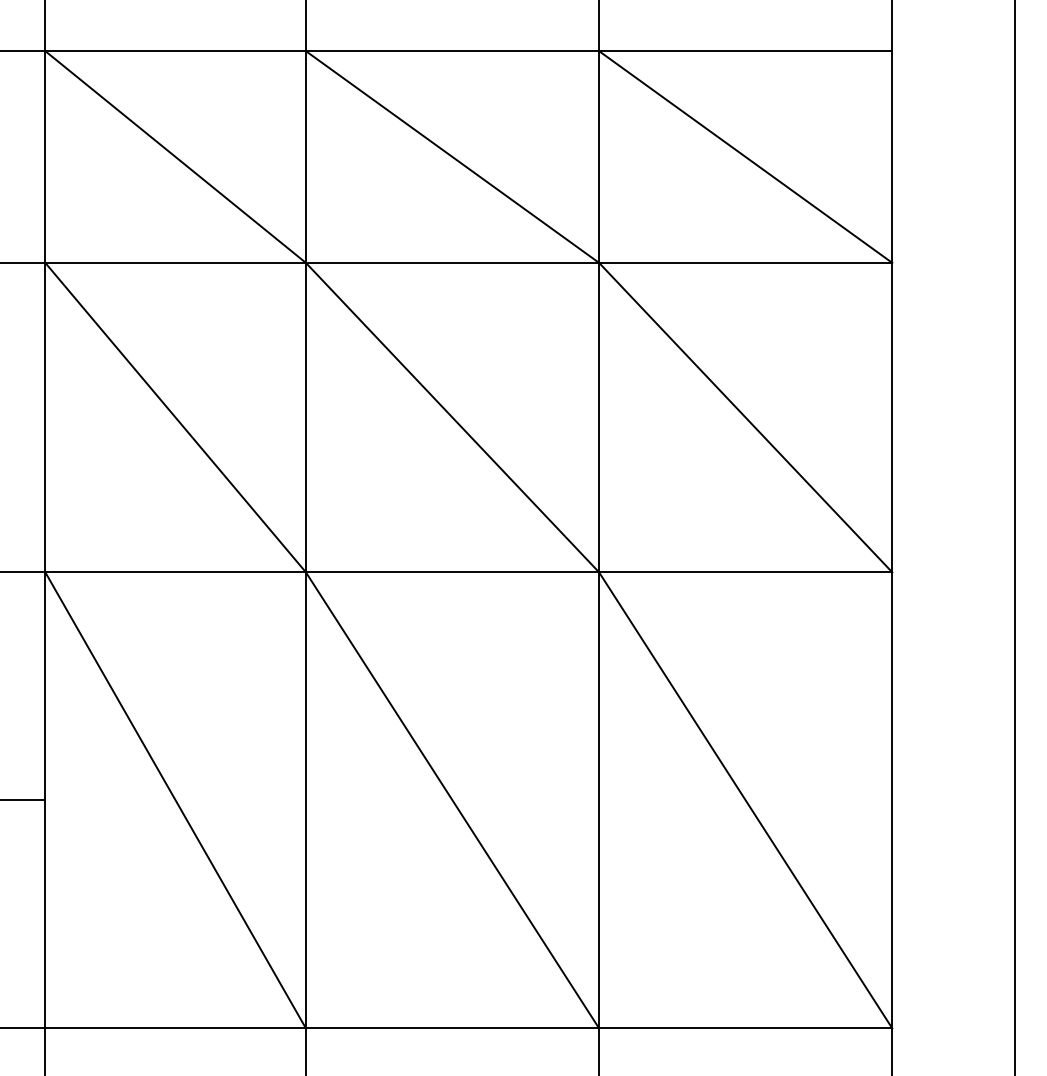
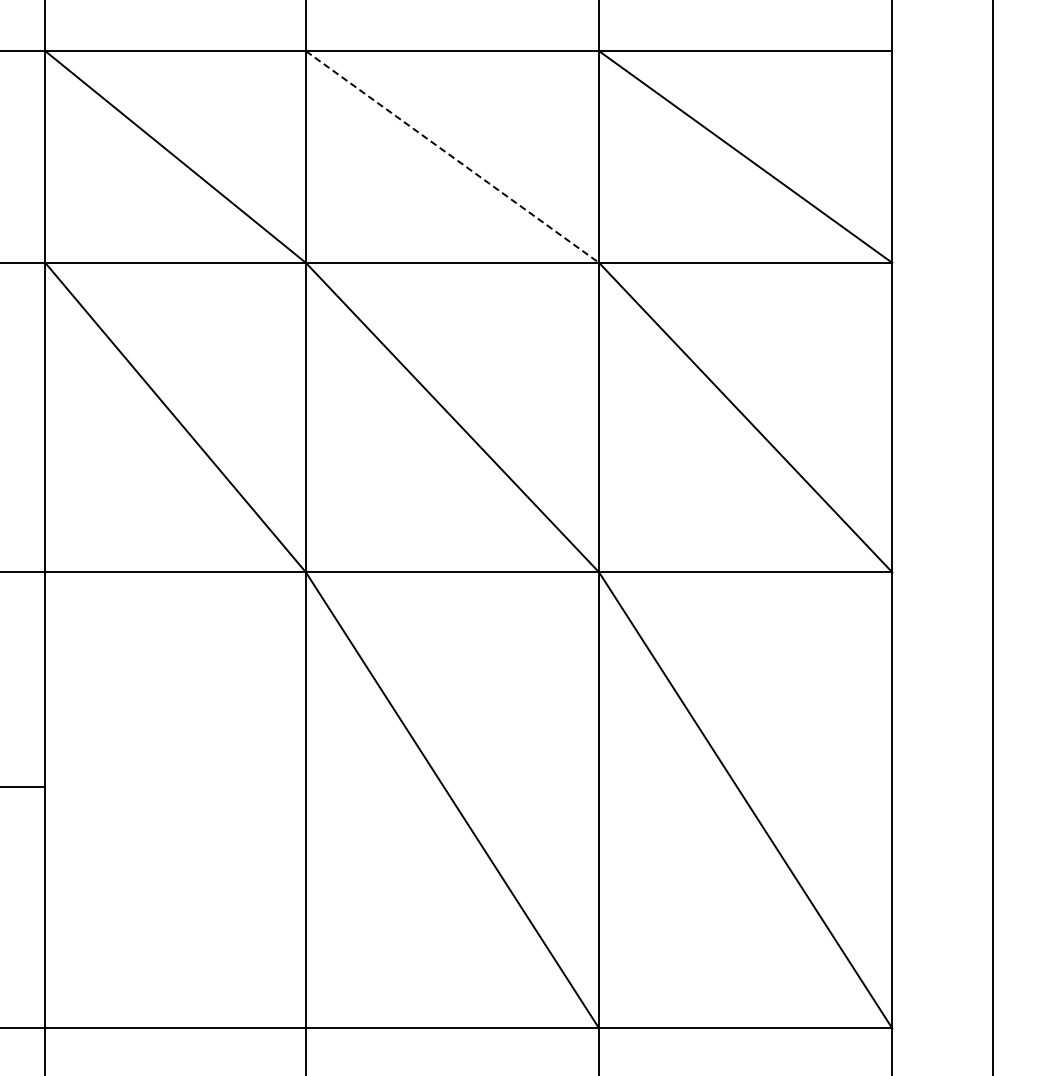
line at (452, 157): solid -> dashed
line at (1015, 537) position: (1015, 537) -> (993, 537)
line at (23, 800) position: (23, 800) -> (23, 787)
line at (175, 800): present -> none
